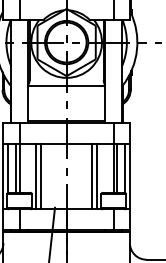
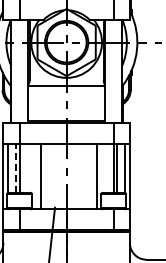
line at (15, 168): solid -> dashed
line at (36, 176): present -> none
line at (92, 176): present -> none
